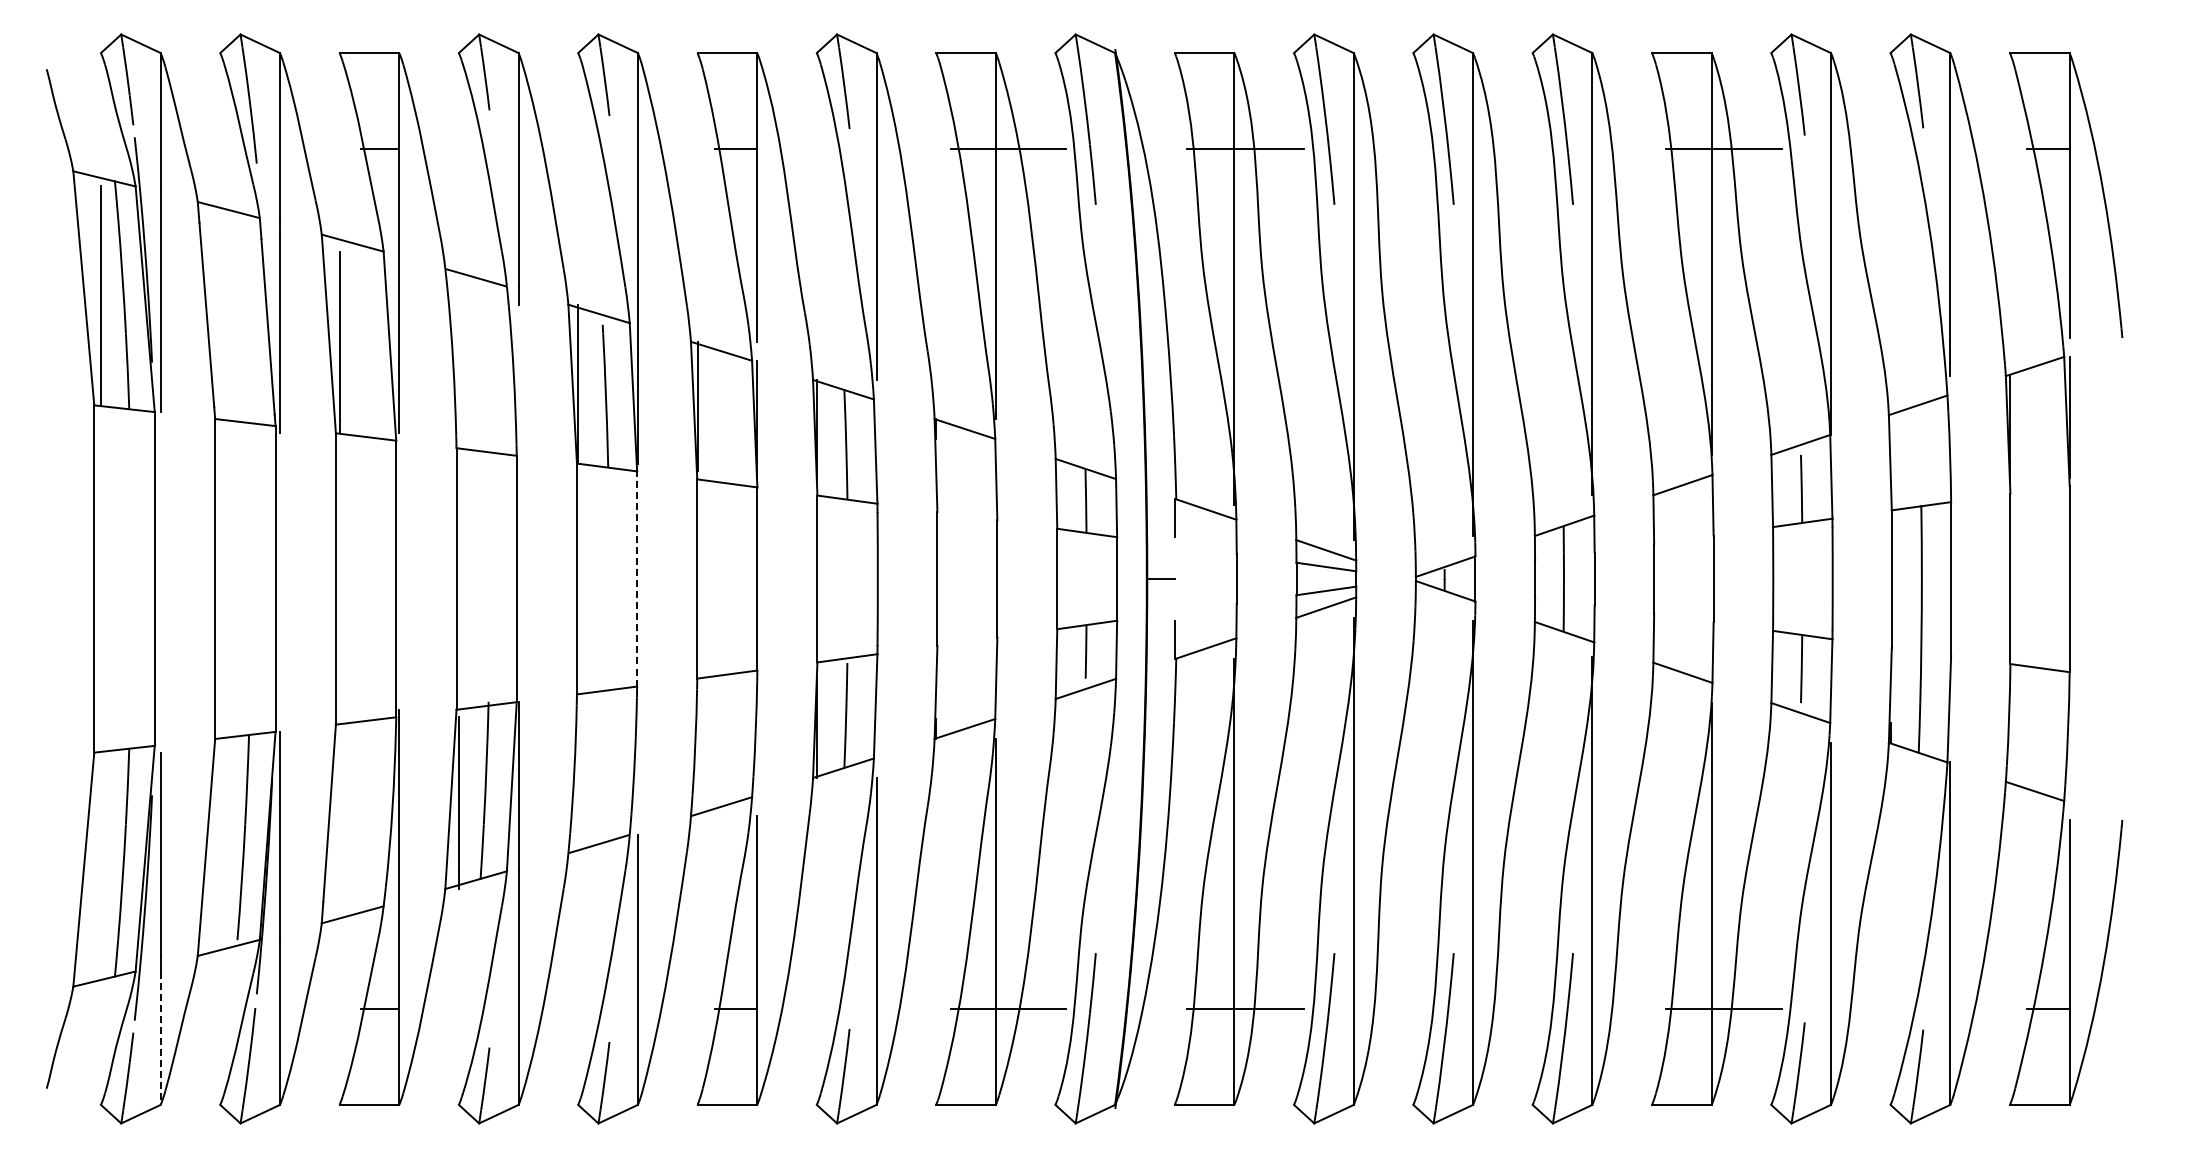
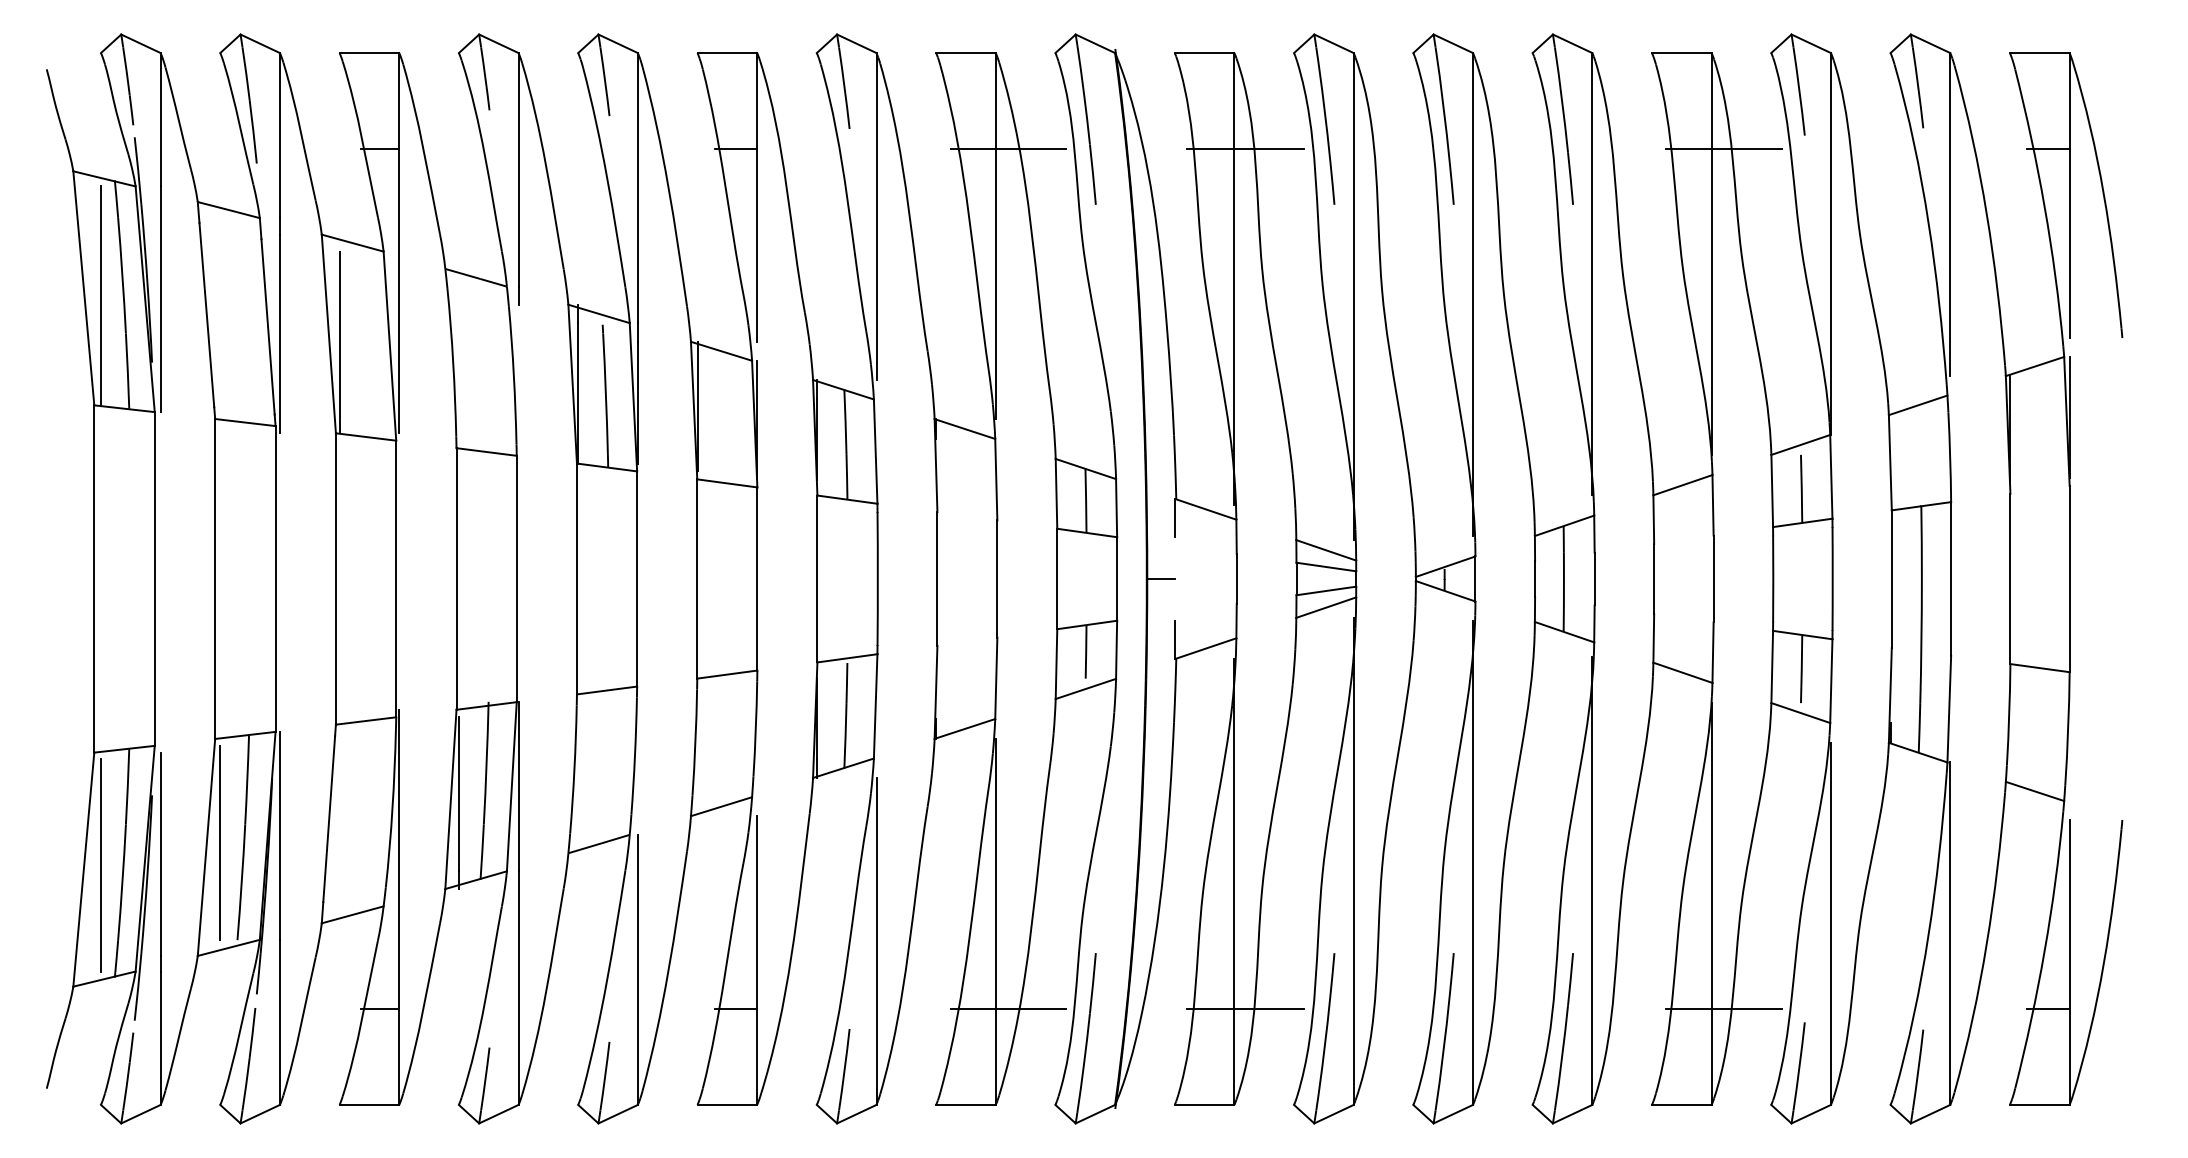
line at (637, 578): dashed -> solid
line at (220, 842): none -> present
line at (101, 865): none -> present
line at (160, 1038): dashed -> solid
